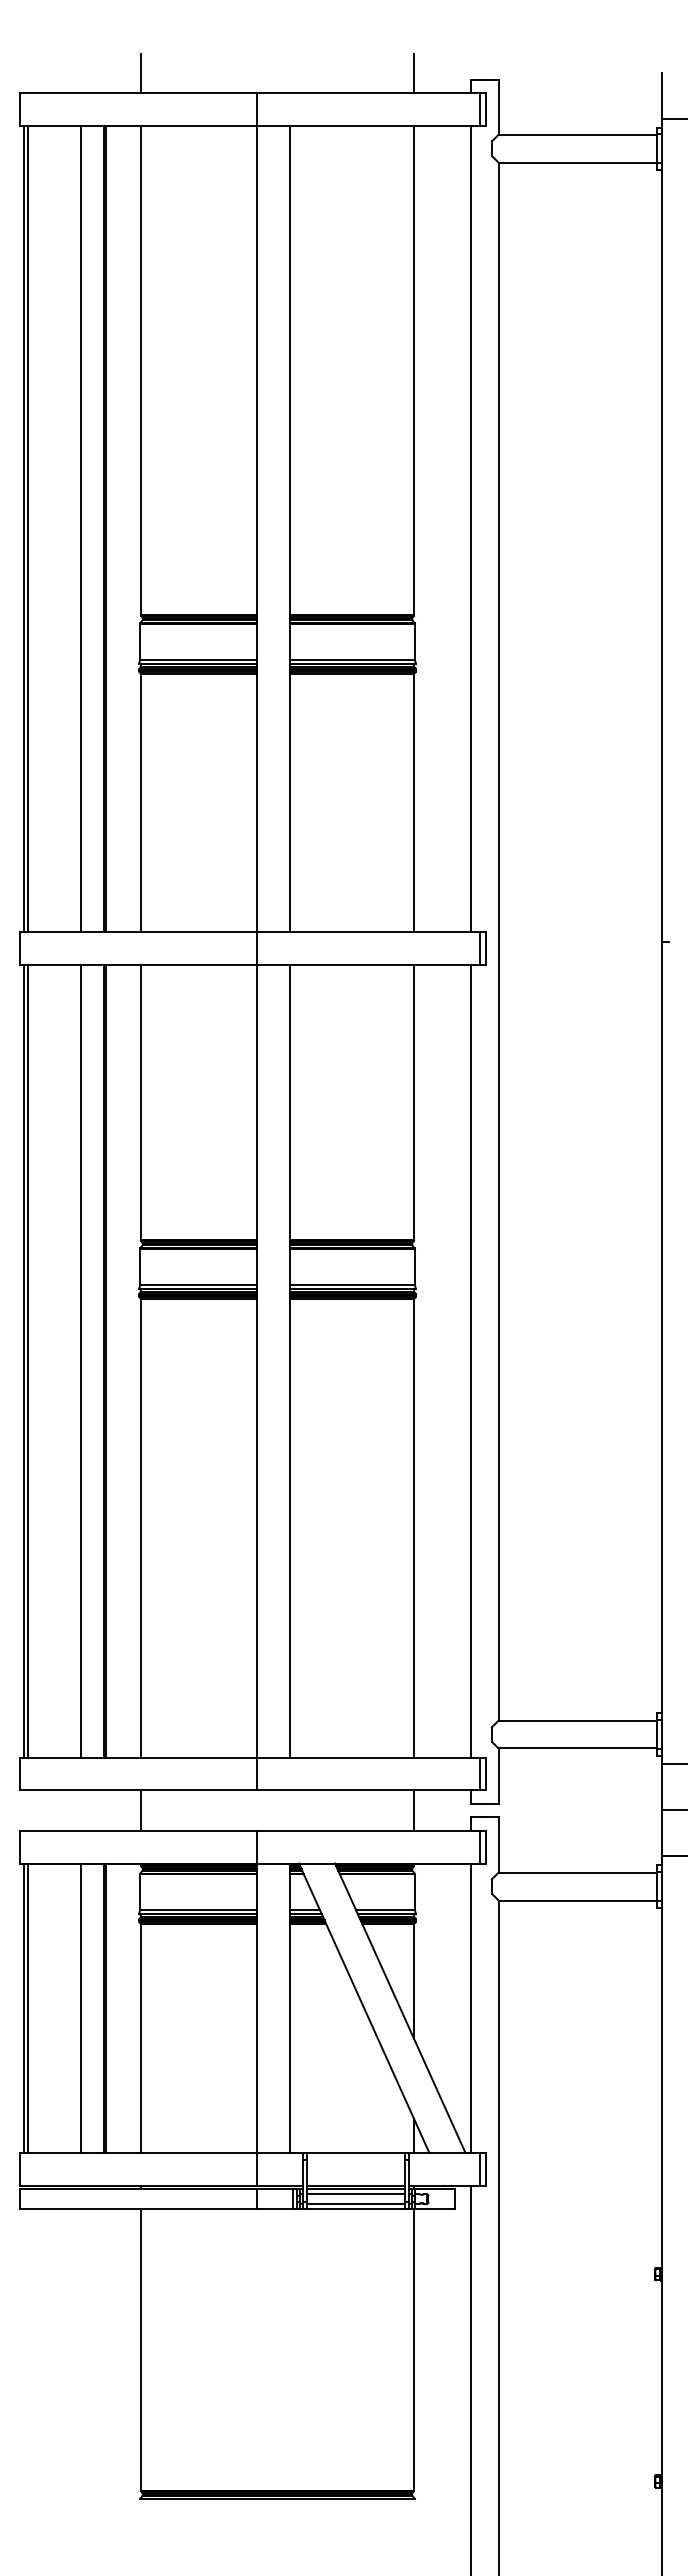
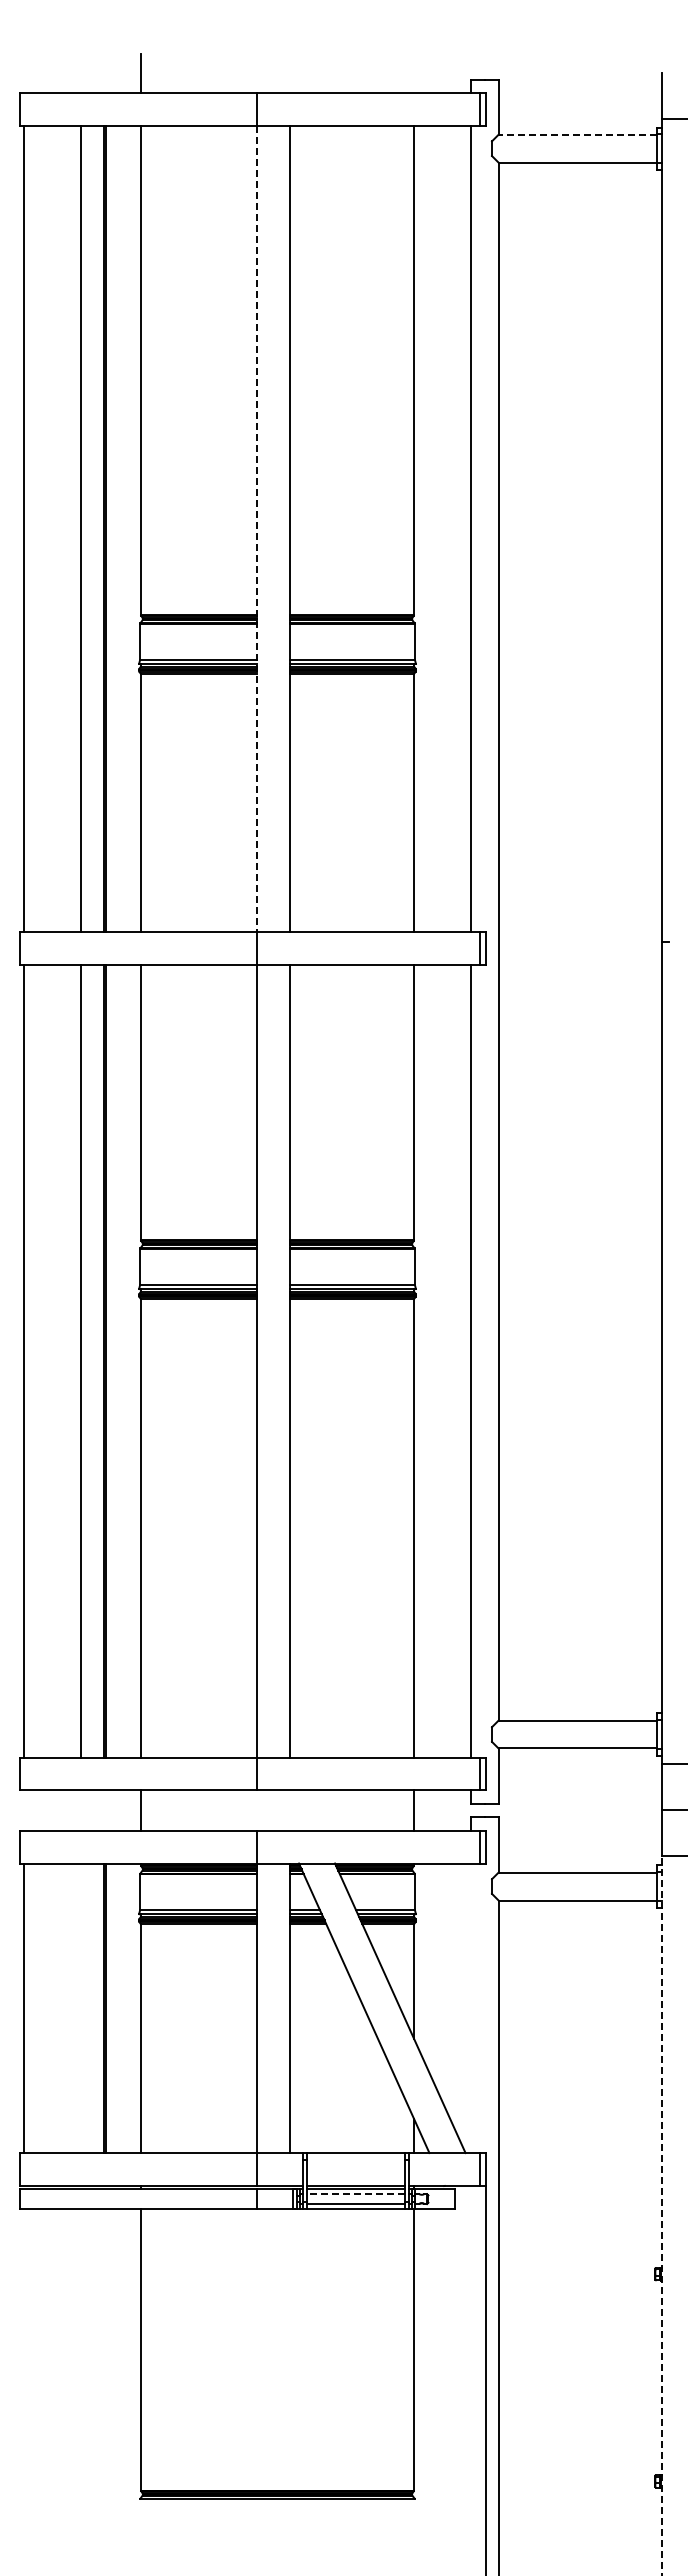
line at (414, 72): present -> none
line at (577, 134): solid -> dashed
line at (27, 528): present -> none
line at (257, 529): solid -> dashed
line at (27, 1360): present -> none
line at (27, 2008): present -> none
line at (80, 2008): present -> none
line at (470, 2008): present -> none
line at (355, 2194): solid -> dashed
line at (662, 2216): solid -> dashed
line at (470, 2378) position: (470, 2378) -> (485, 2378)
